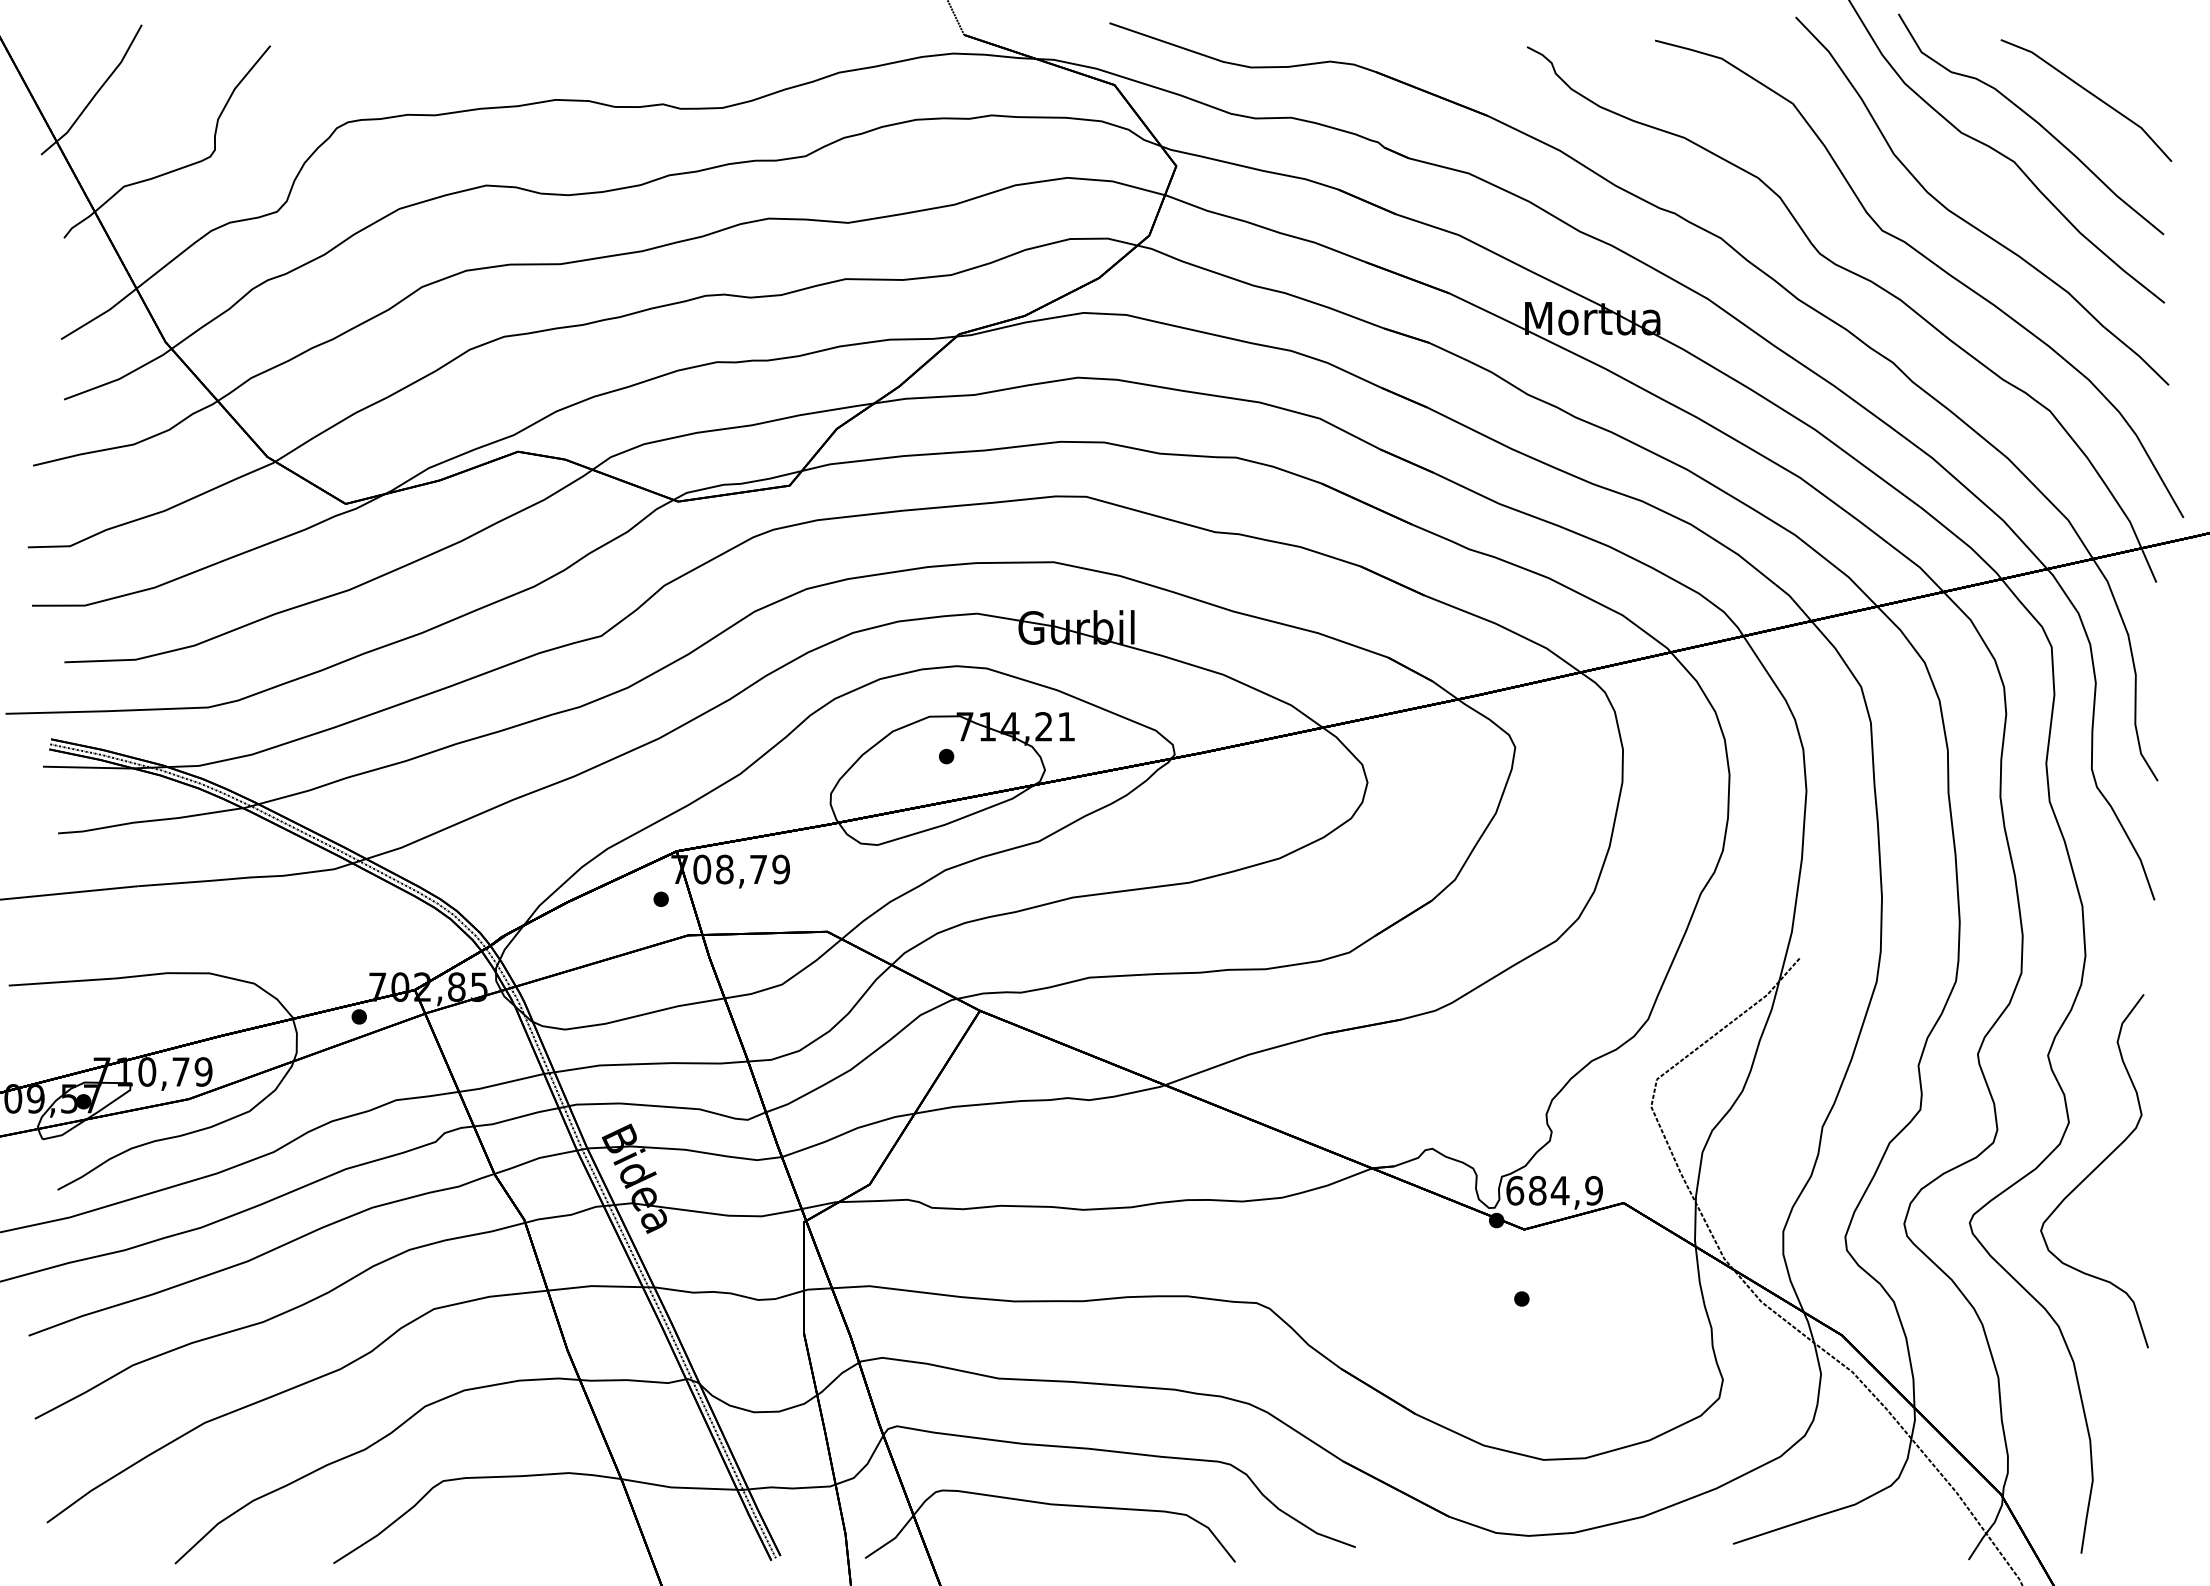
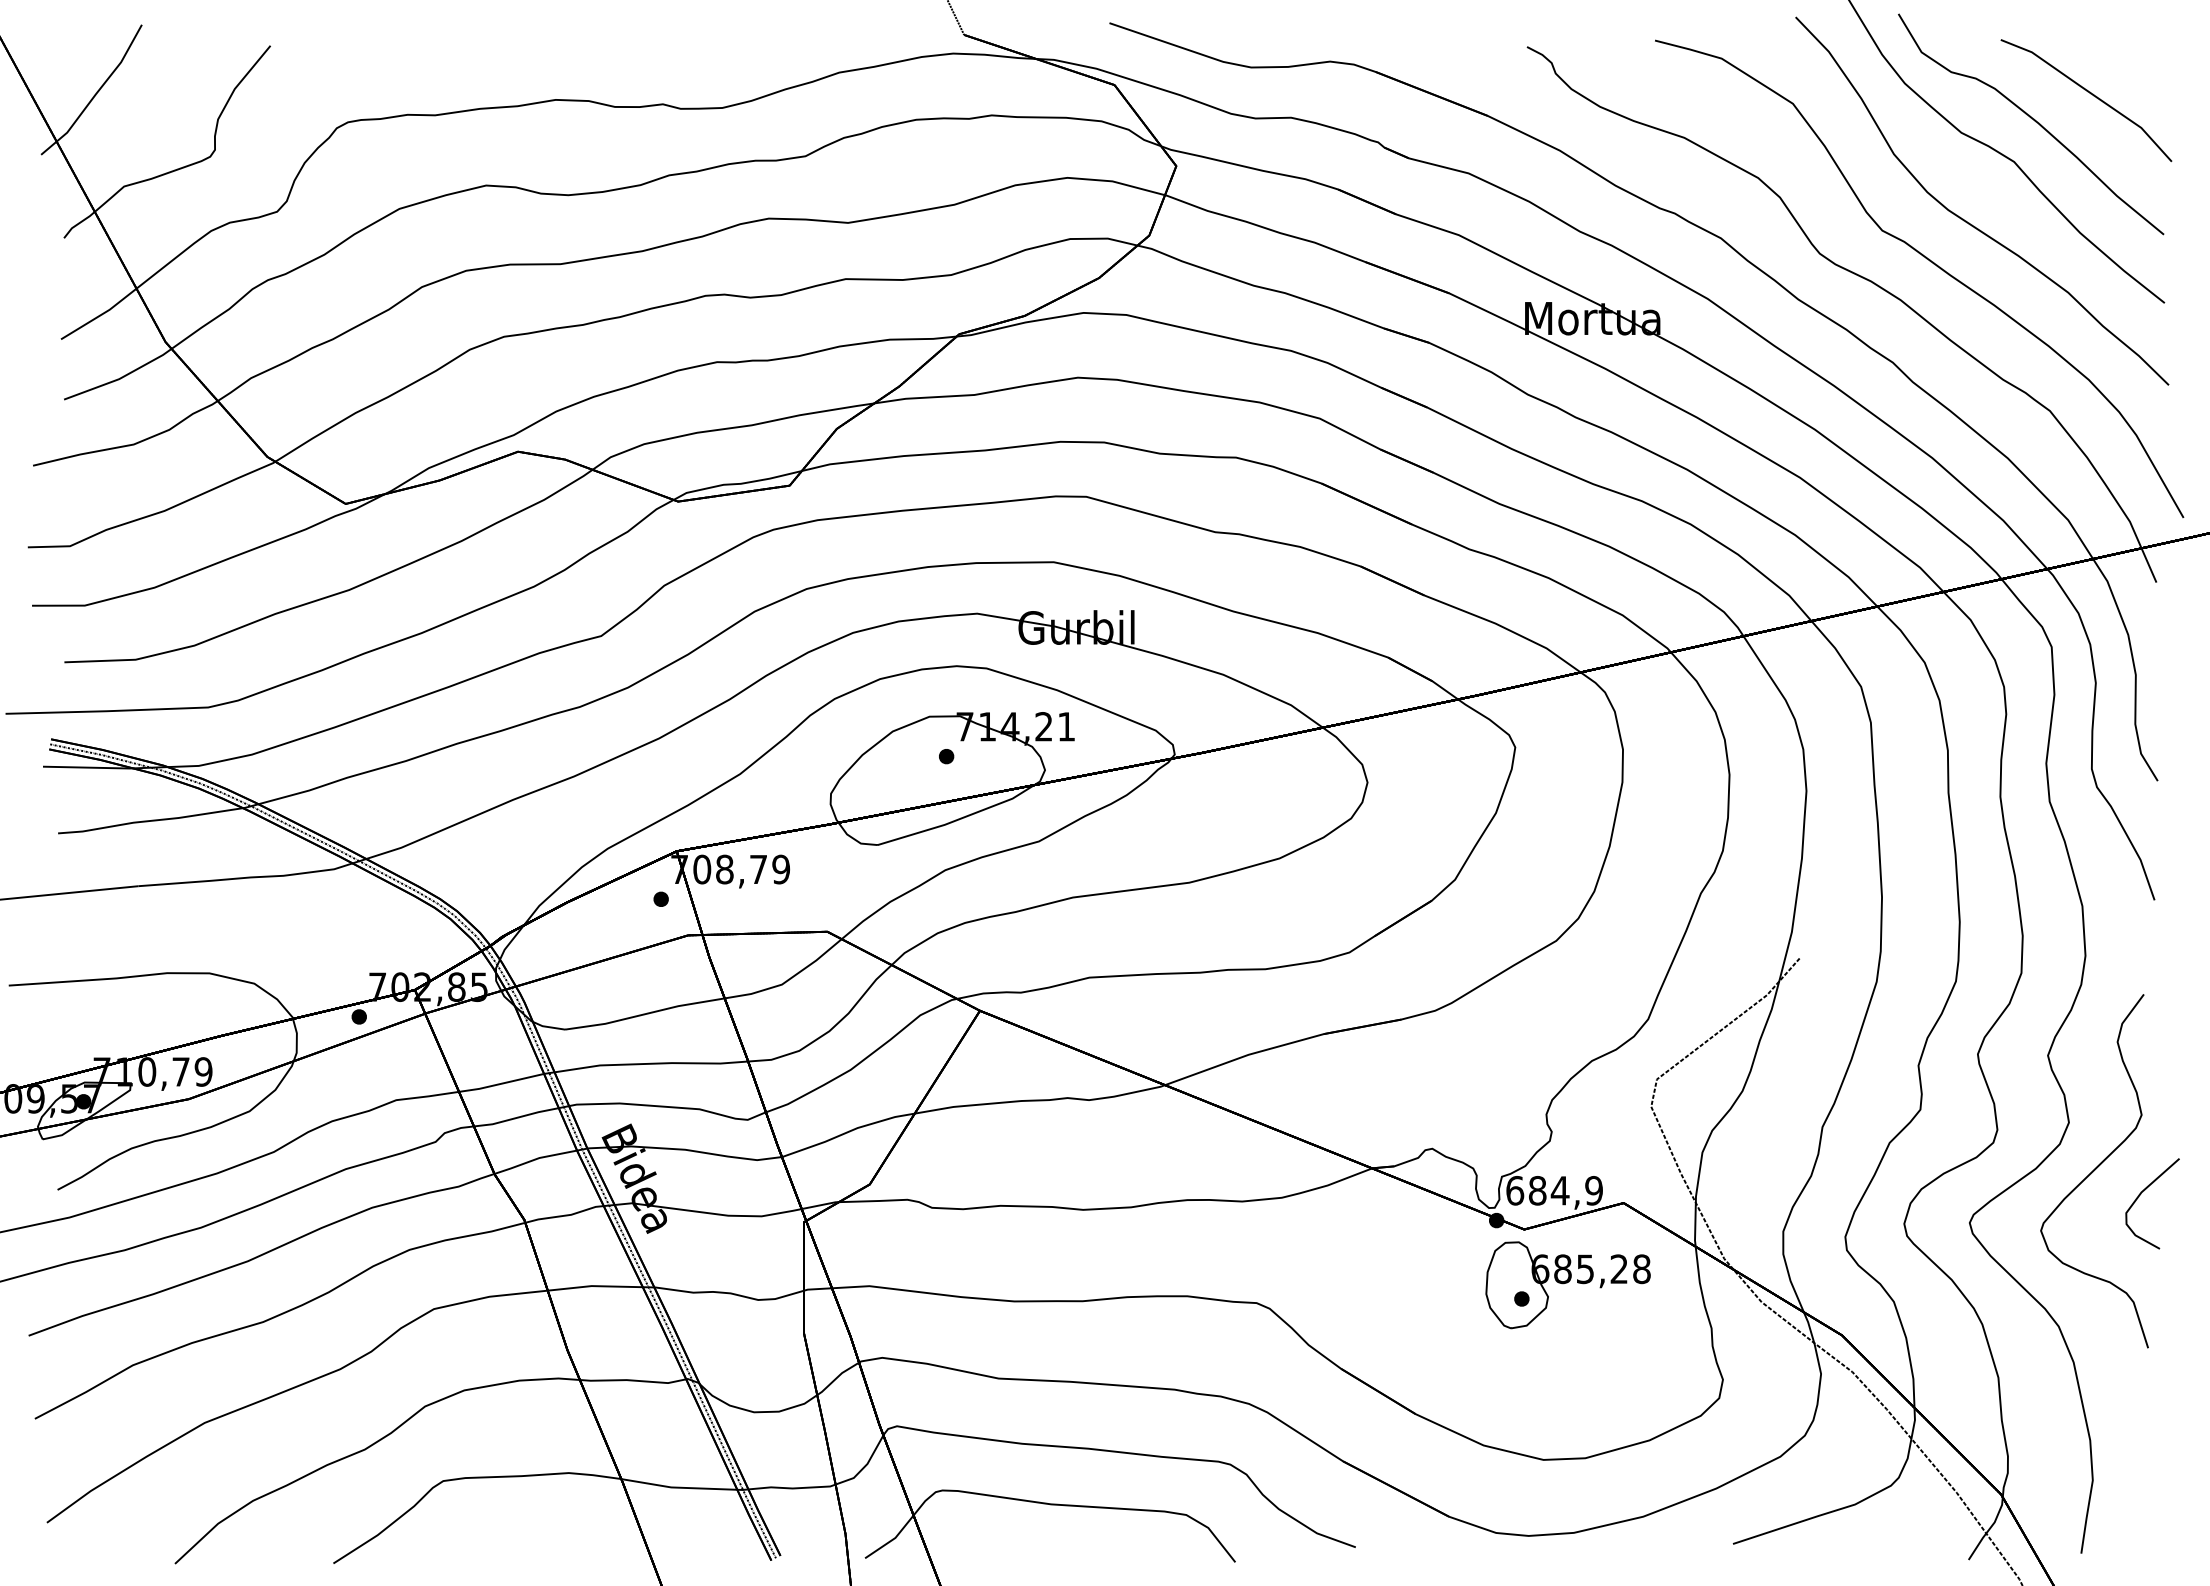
curve at (2141, 1194): none -> present
part at (1567, 1285): none -> present
